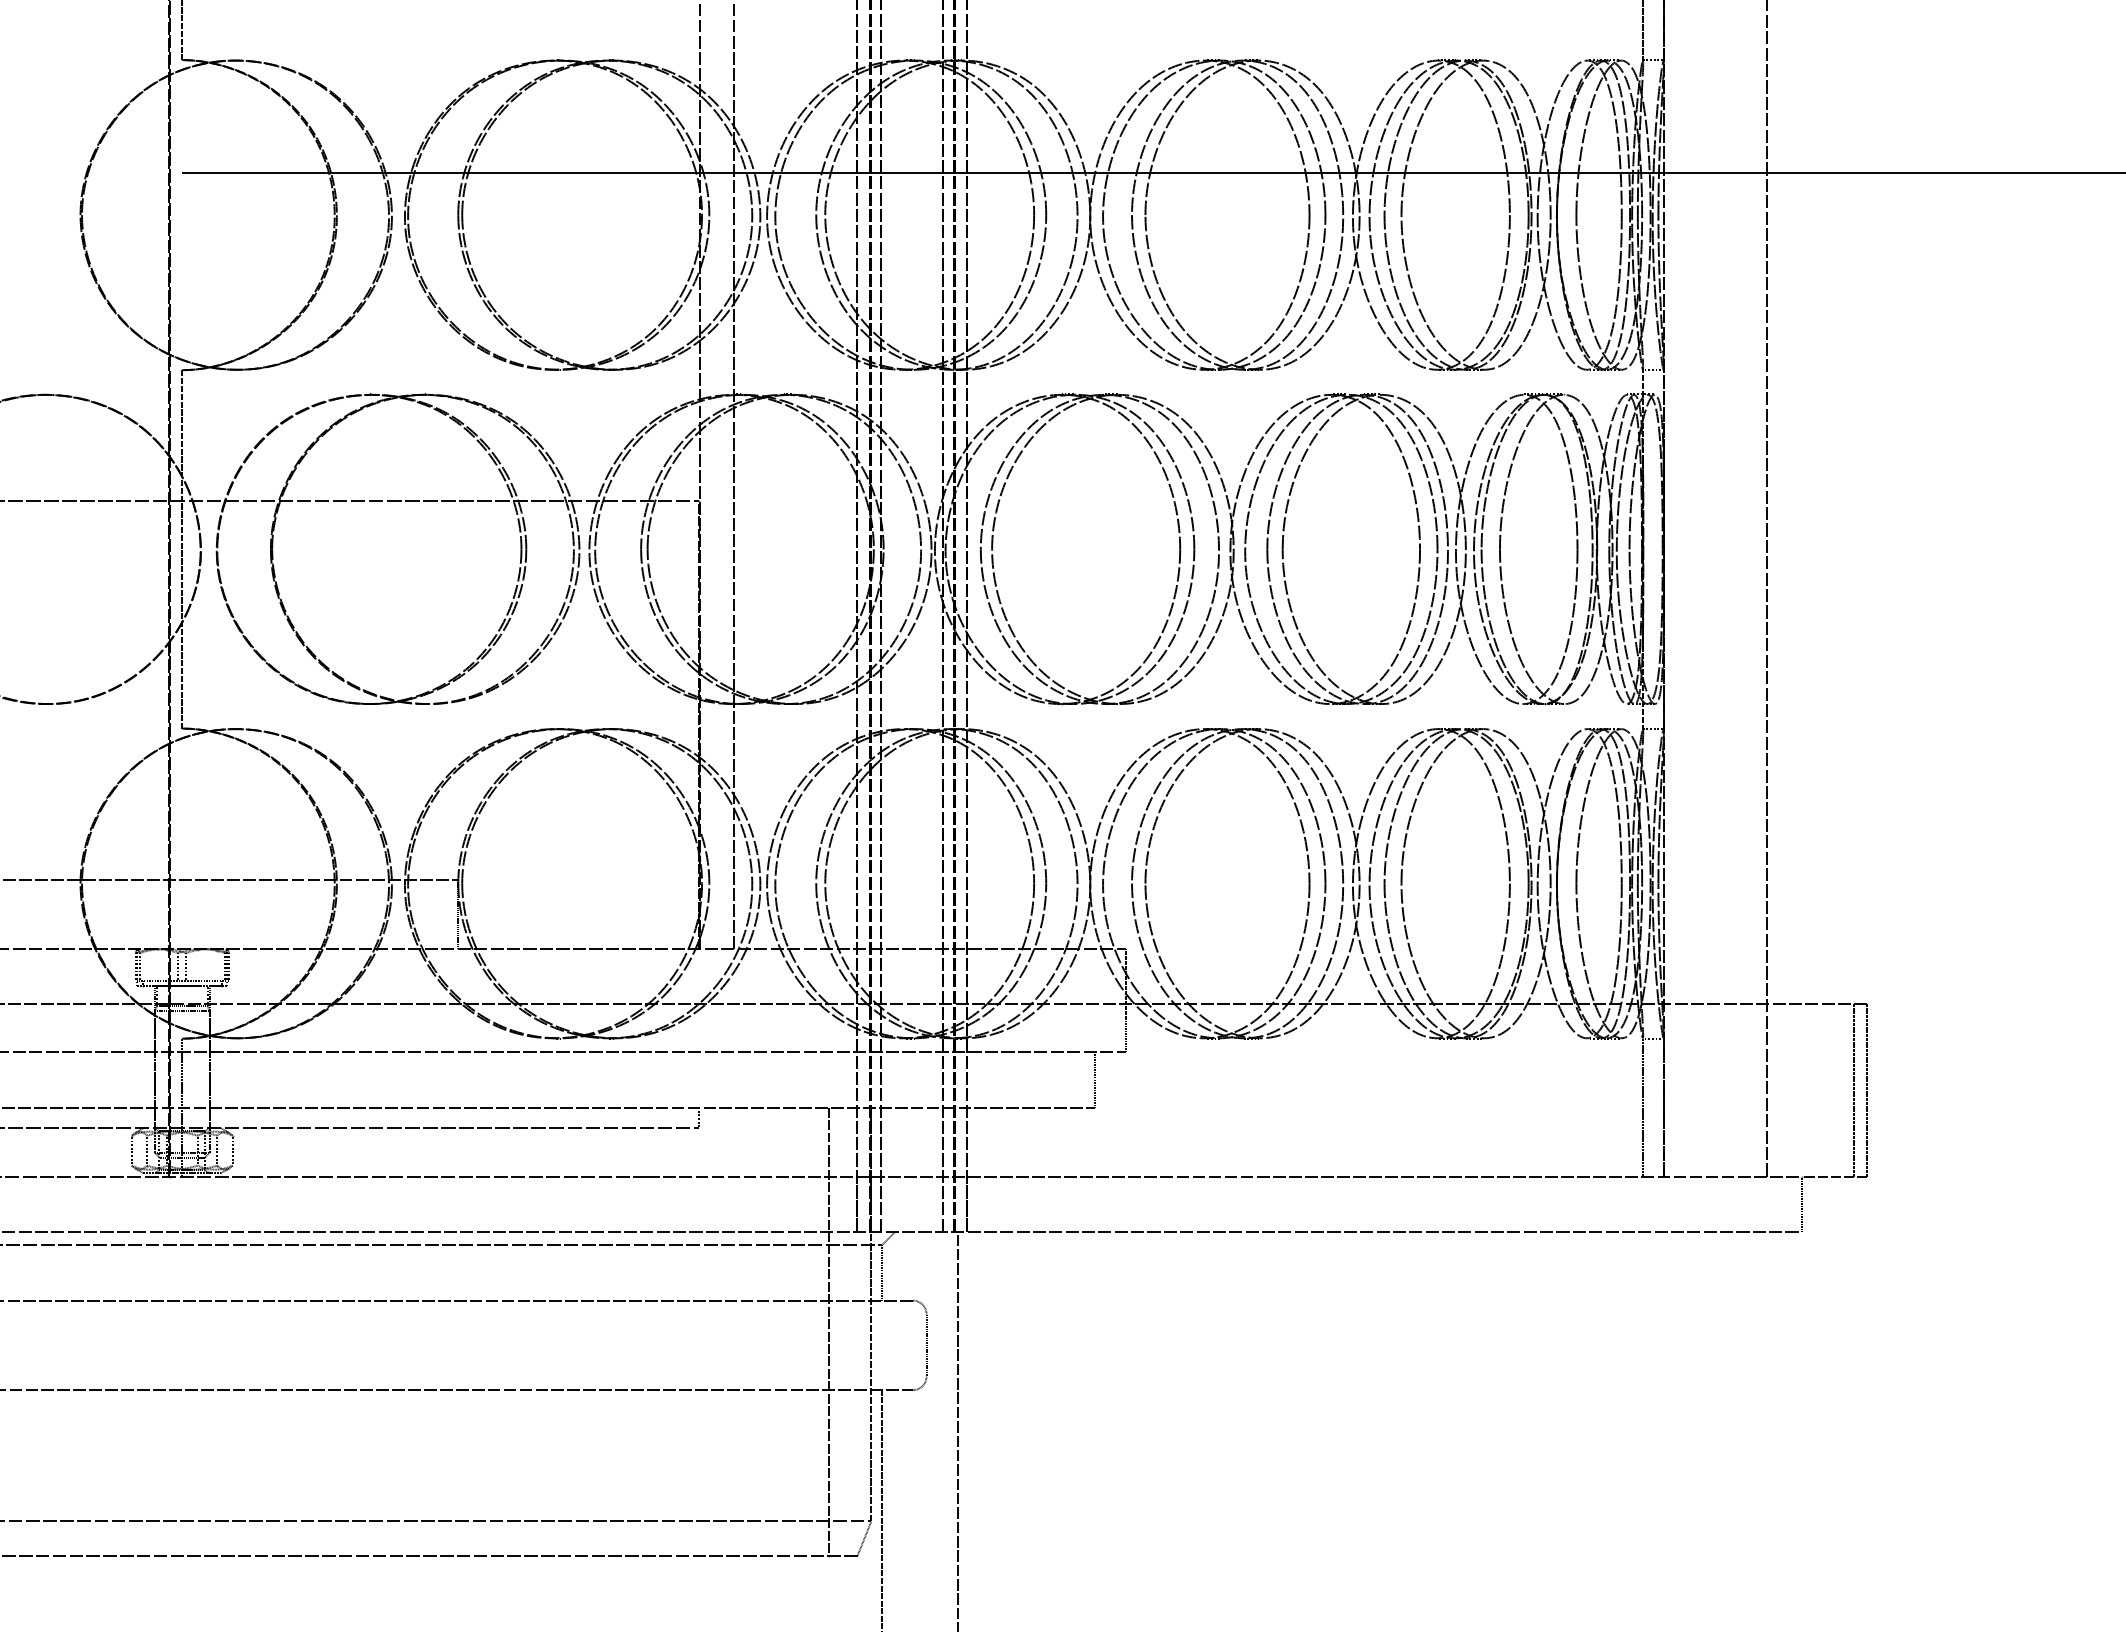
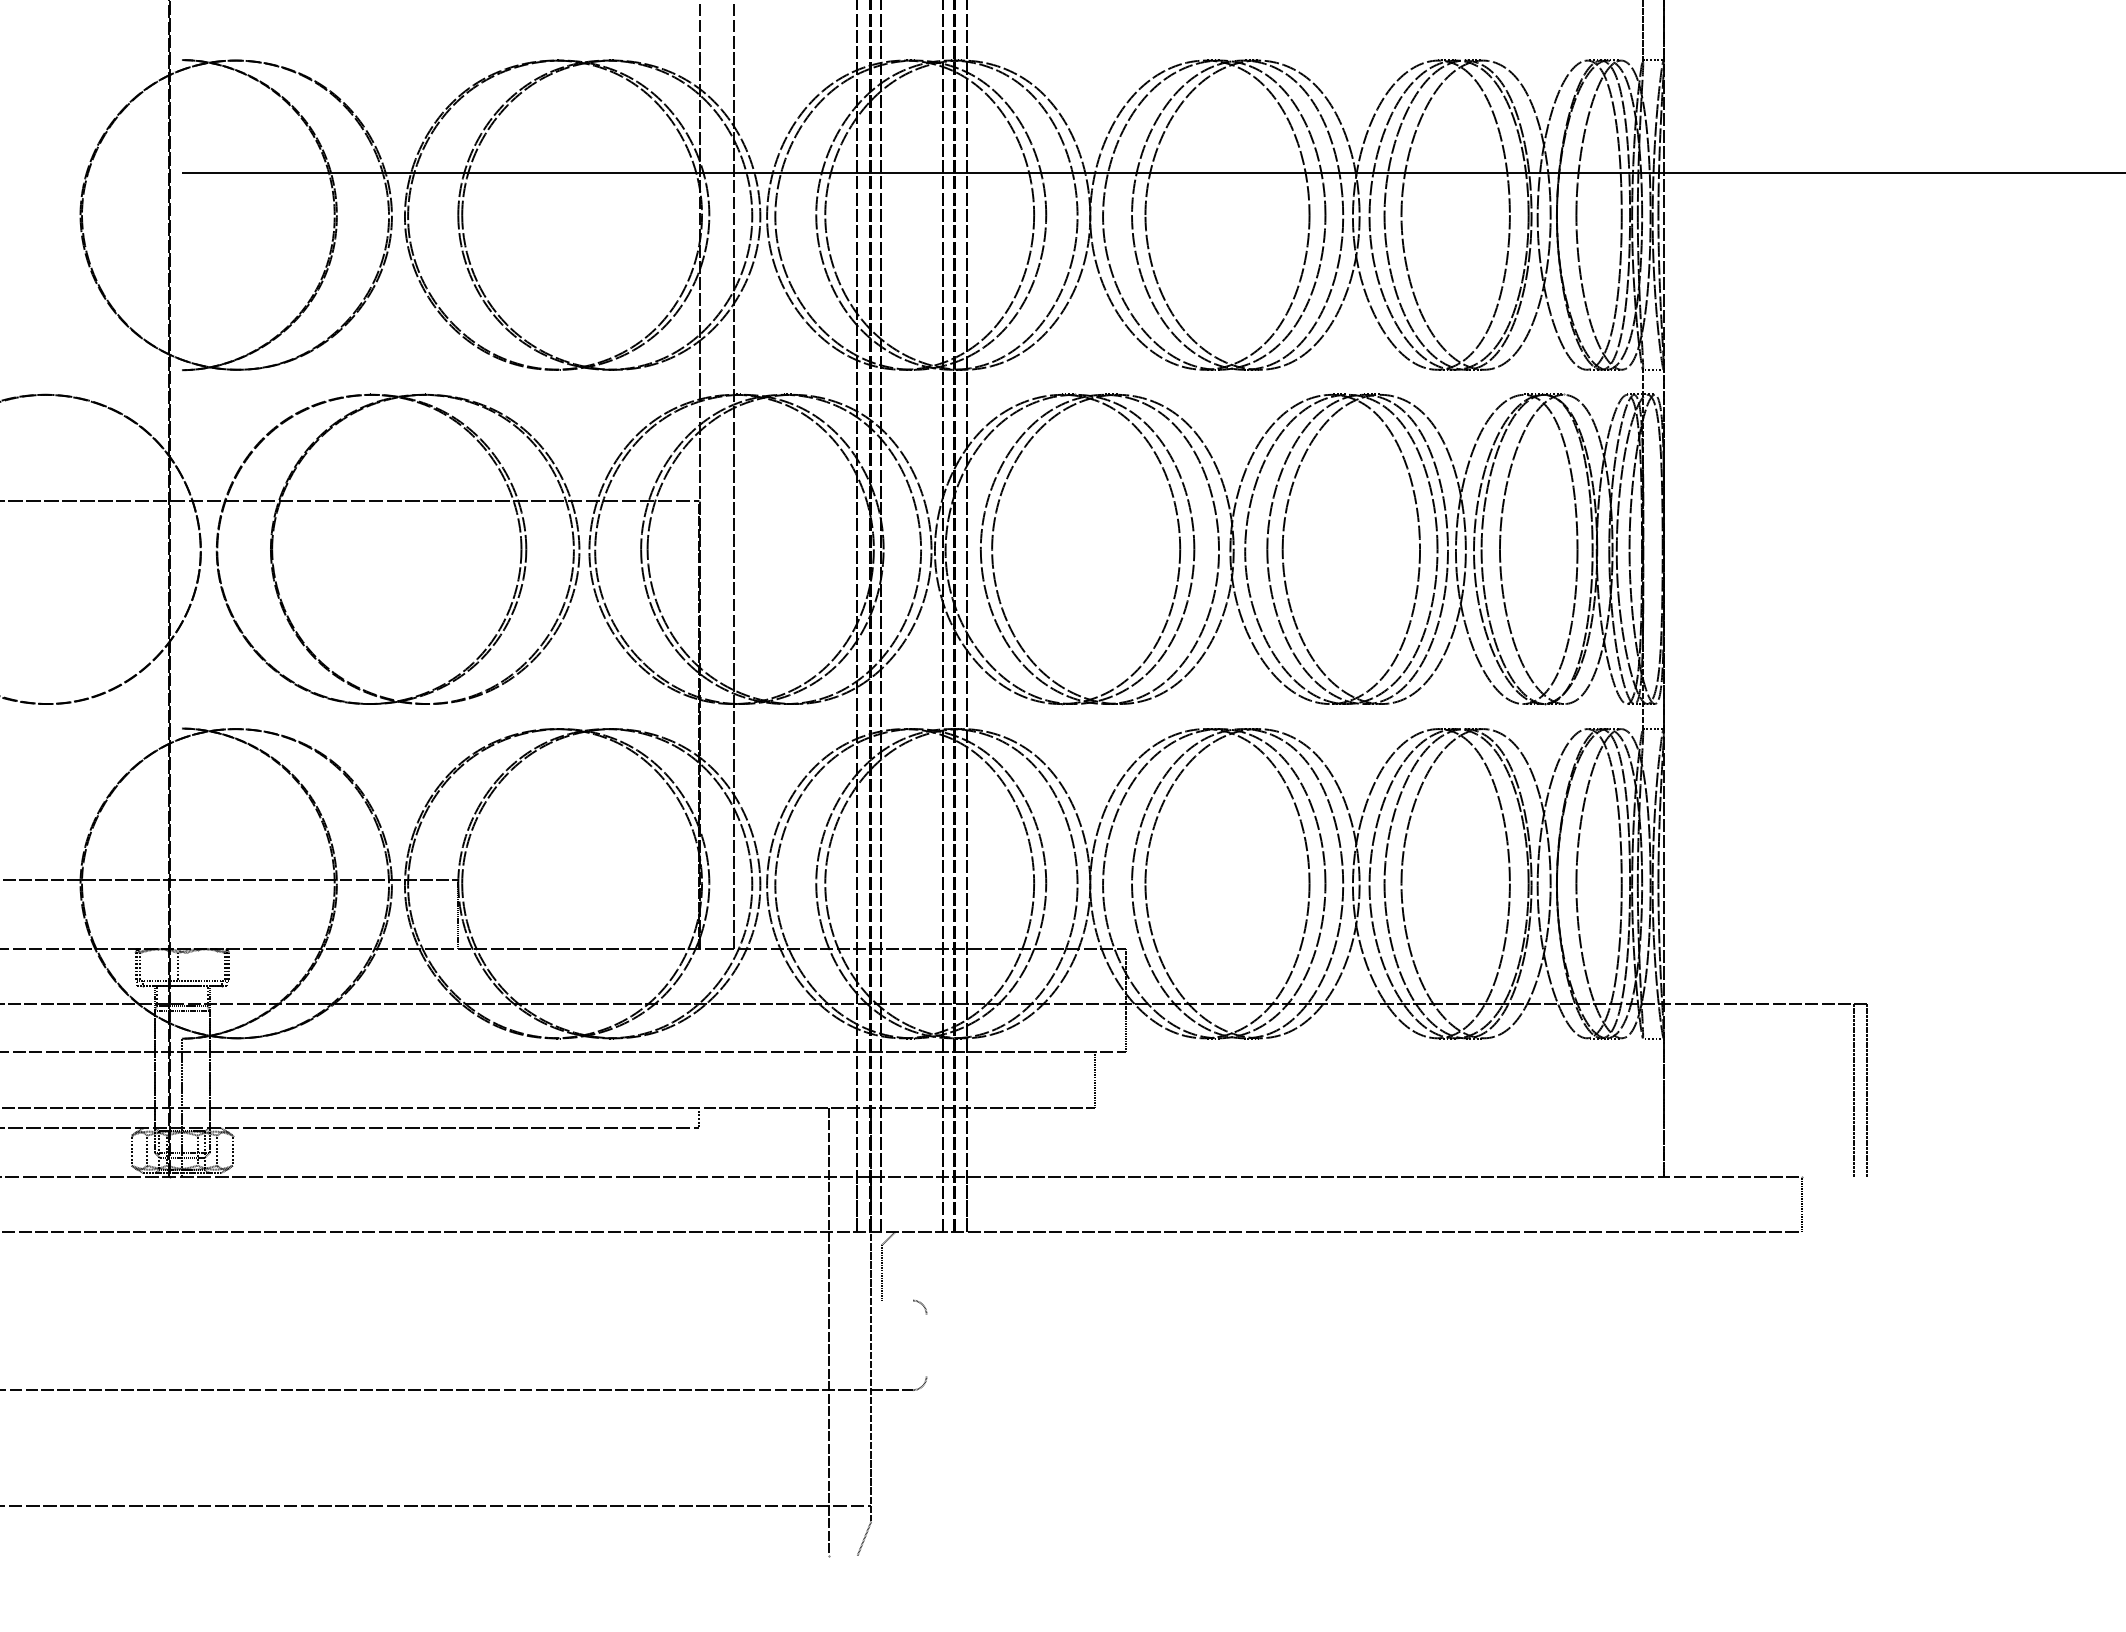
line at (181, 31): present -> none
line at (181, 549): present -> none
line at (1767, 589): present -> none
line at (186, 967): present -> none
line at (1643, 1106): present -> none
line at (1834, 1176): present -> none
line at (441, 1245): present -> none
line at (457, 1300): present -> none
line at (926, 1345): present -> none
line at (957, 1429): present -> none
line at (881, 1509): present -> none
line at (436, 1521) position: (436, 1521) -> (436, 1506)
line at (429, 1555): present -> none
